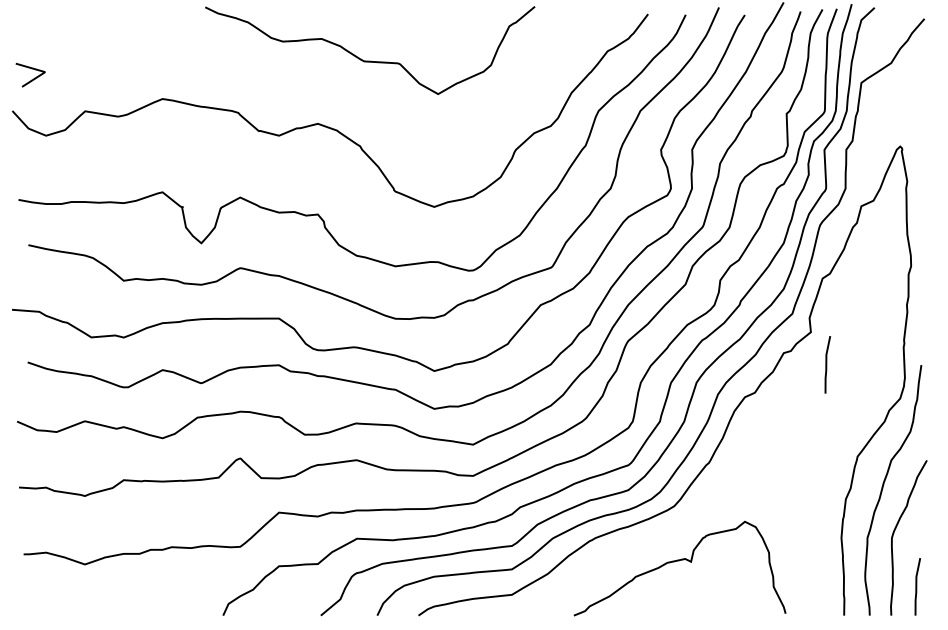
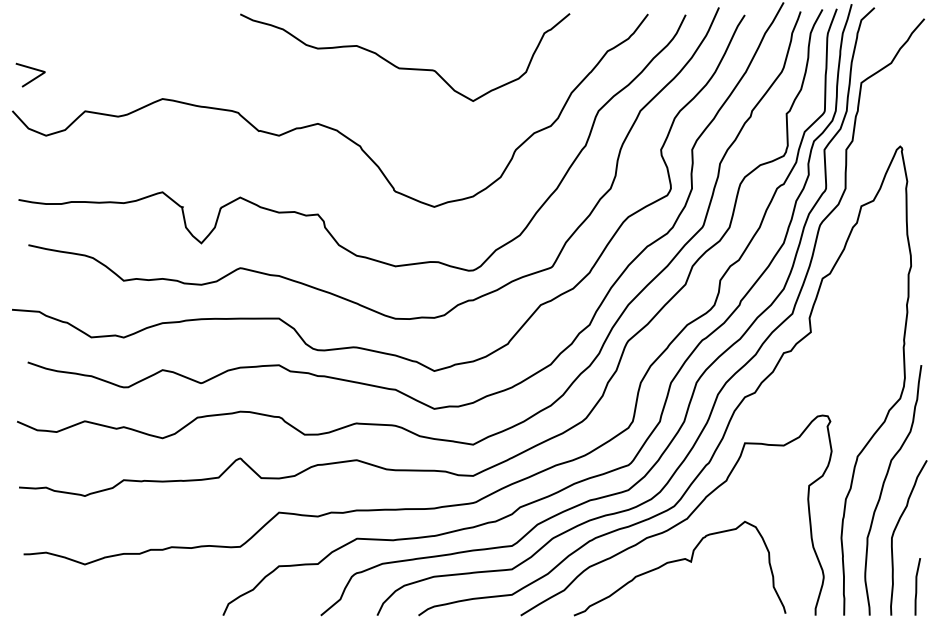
curve at (370, 60) position: (370, 60) -> (405, 67)
line at (827, 364): present -> none
curve at (680, 521): none -> present
